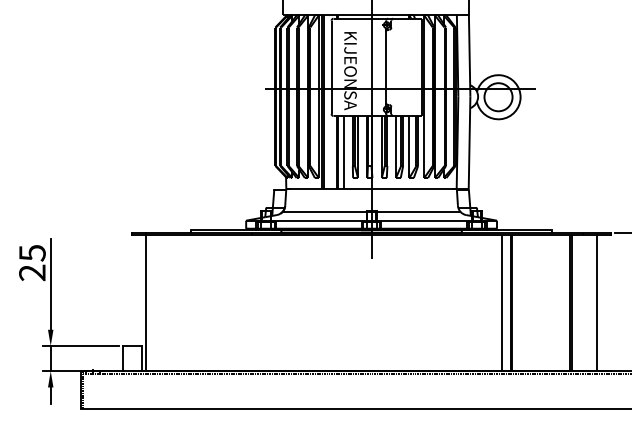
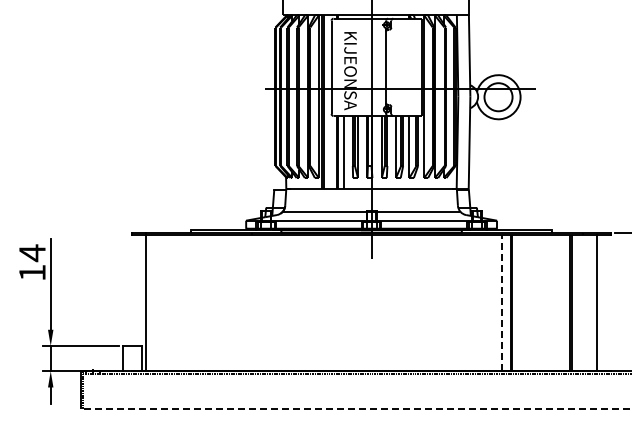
text at (32, 262): 25 -> 14
line at (502, 302): solid -> dashed
line at (355, 409): solid -> dashed
